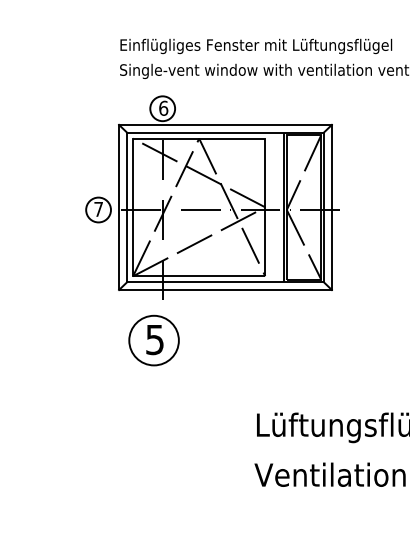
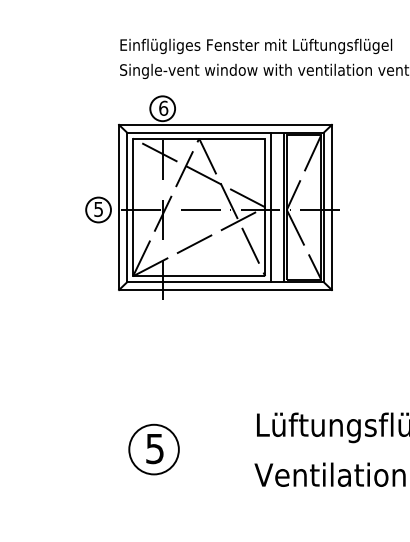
line at (271, 207): none -> present
text at (98, 209): 7 -> 5
part at (153, 340) position: (153, 340) -> (153, 449)
